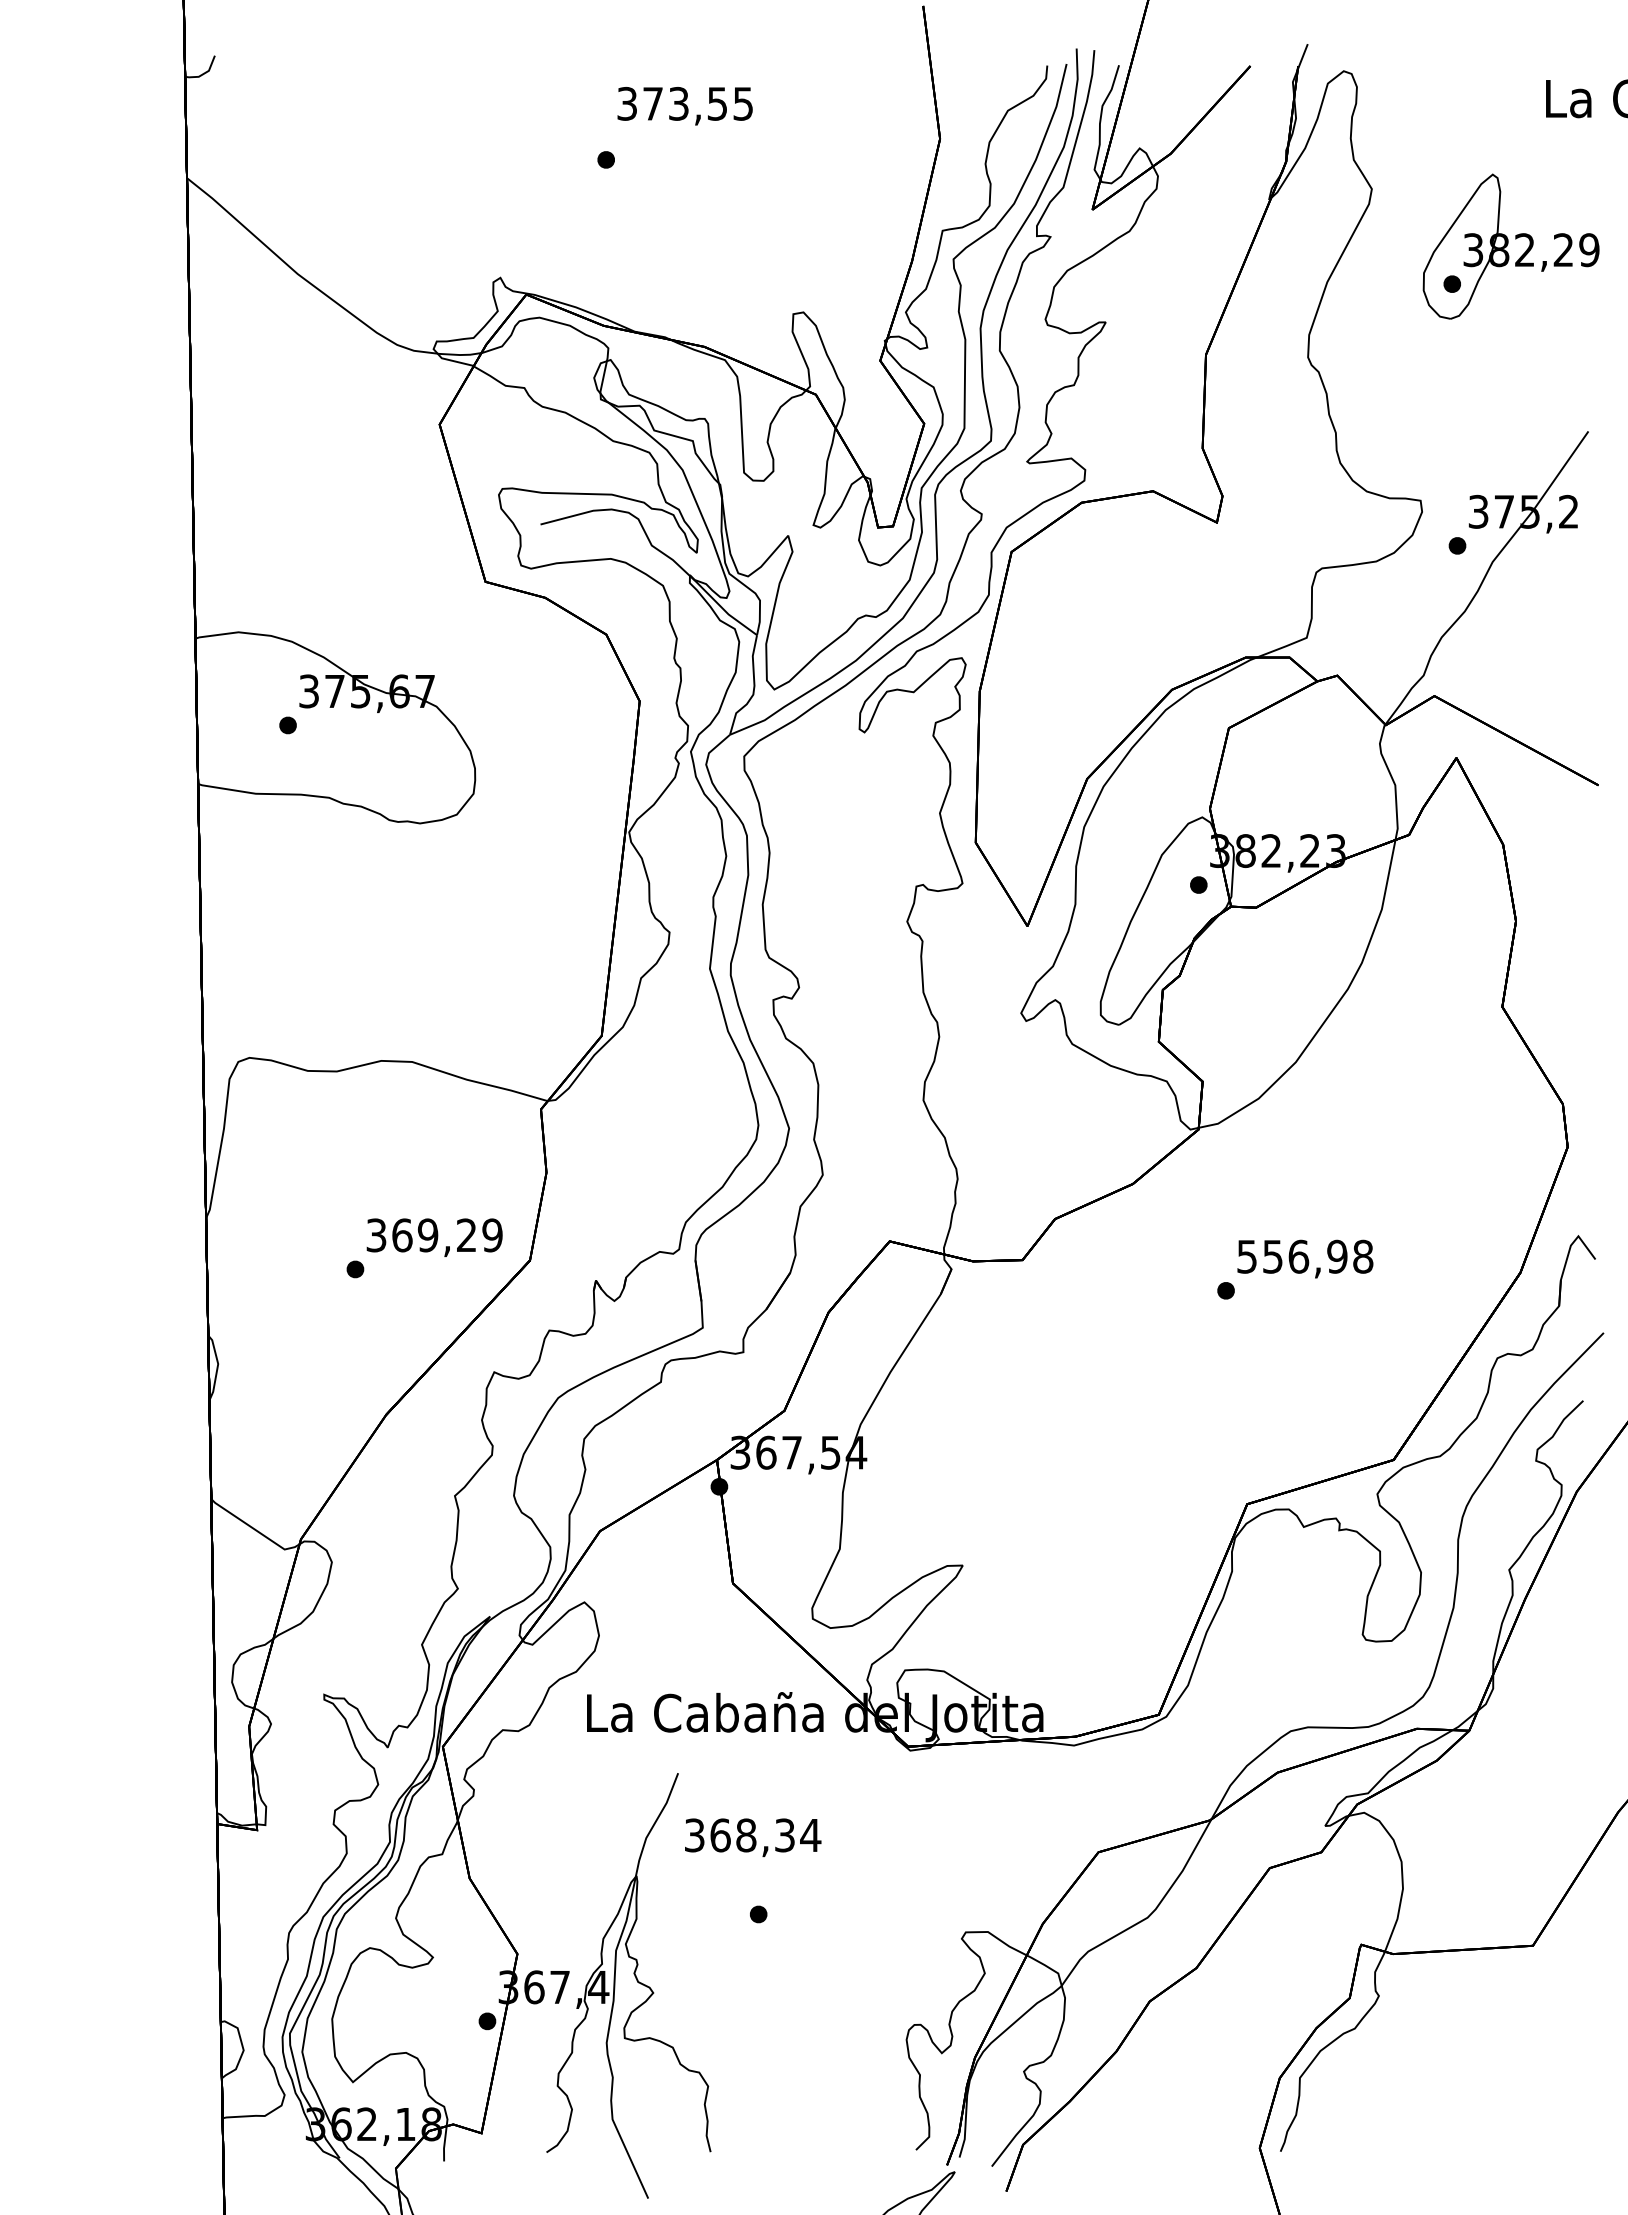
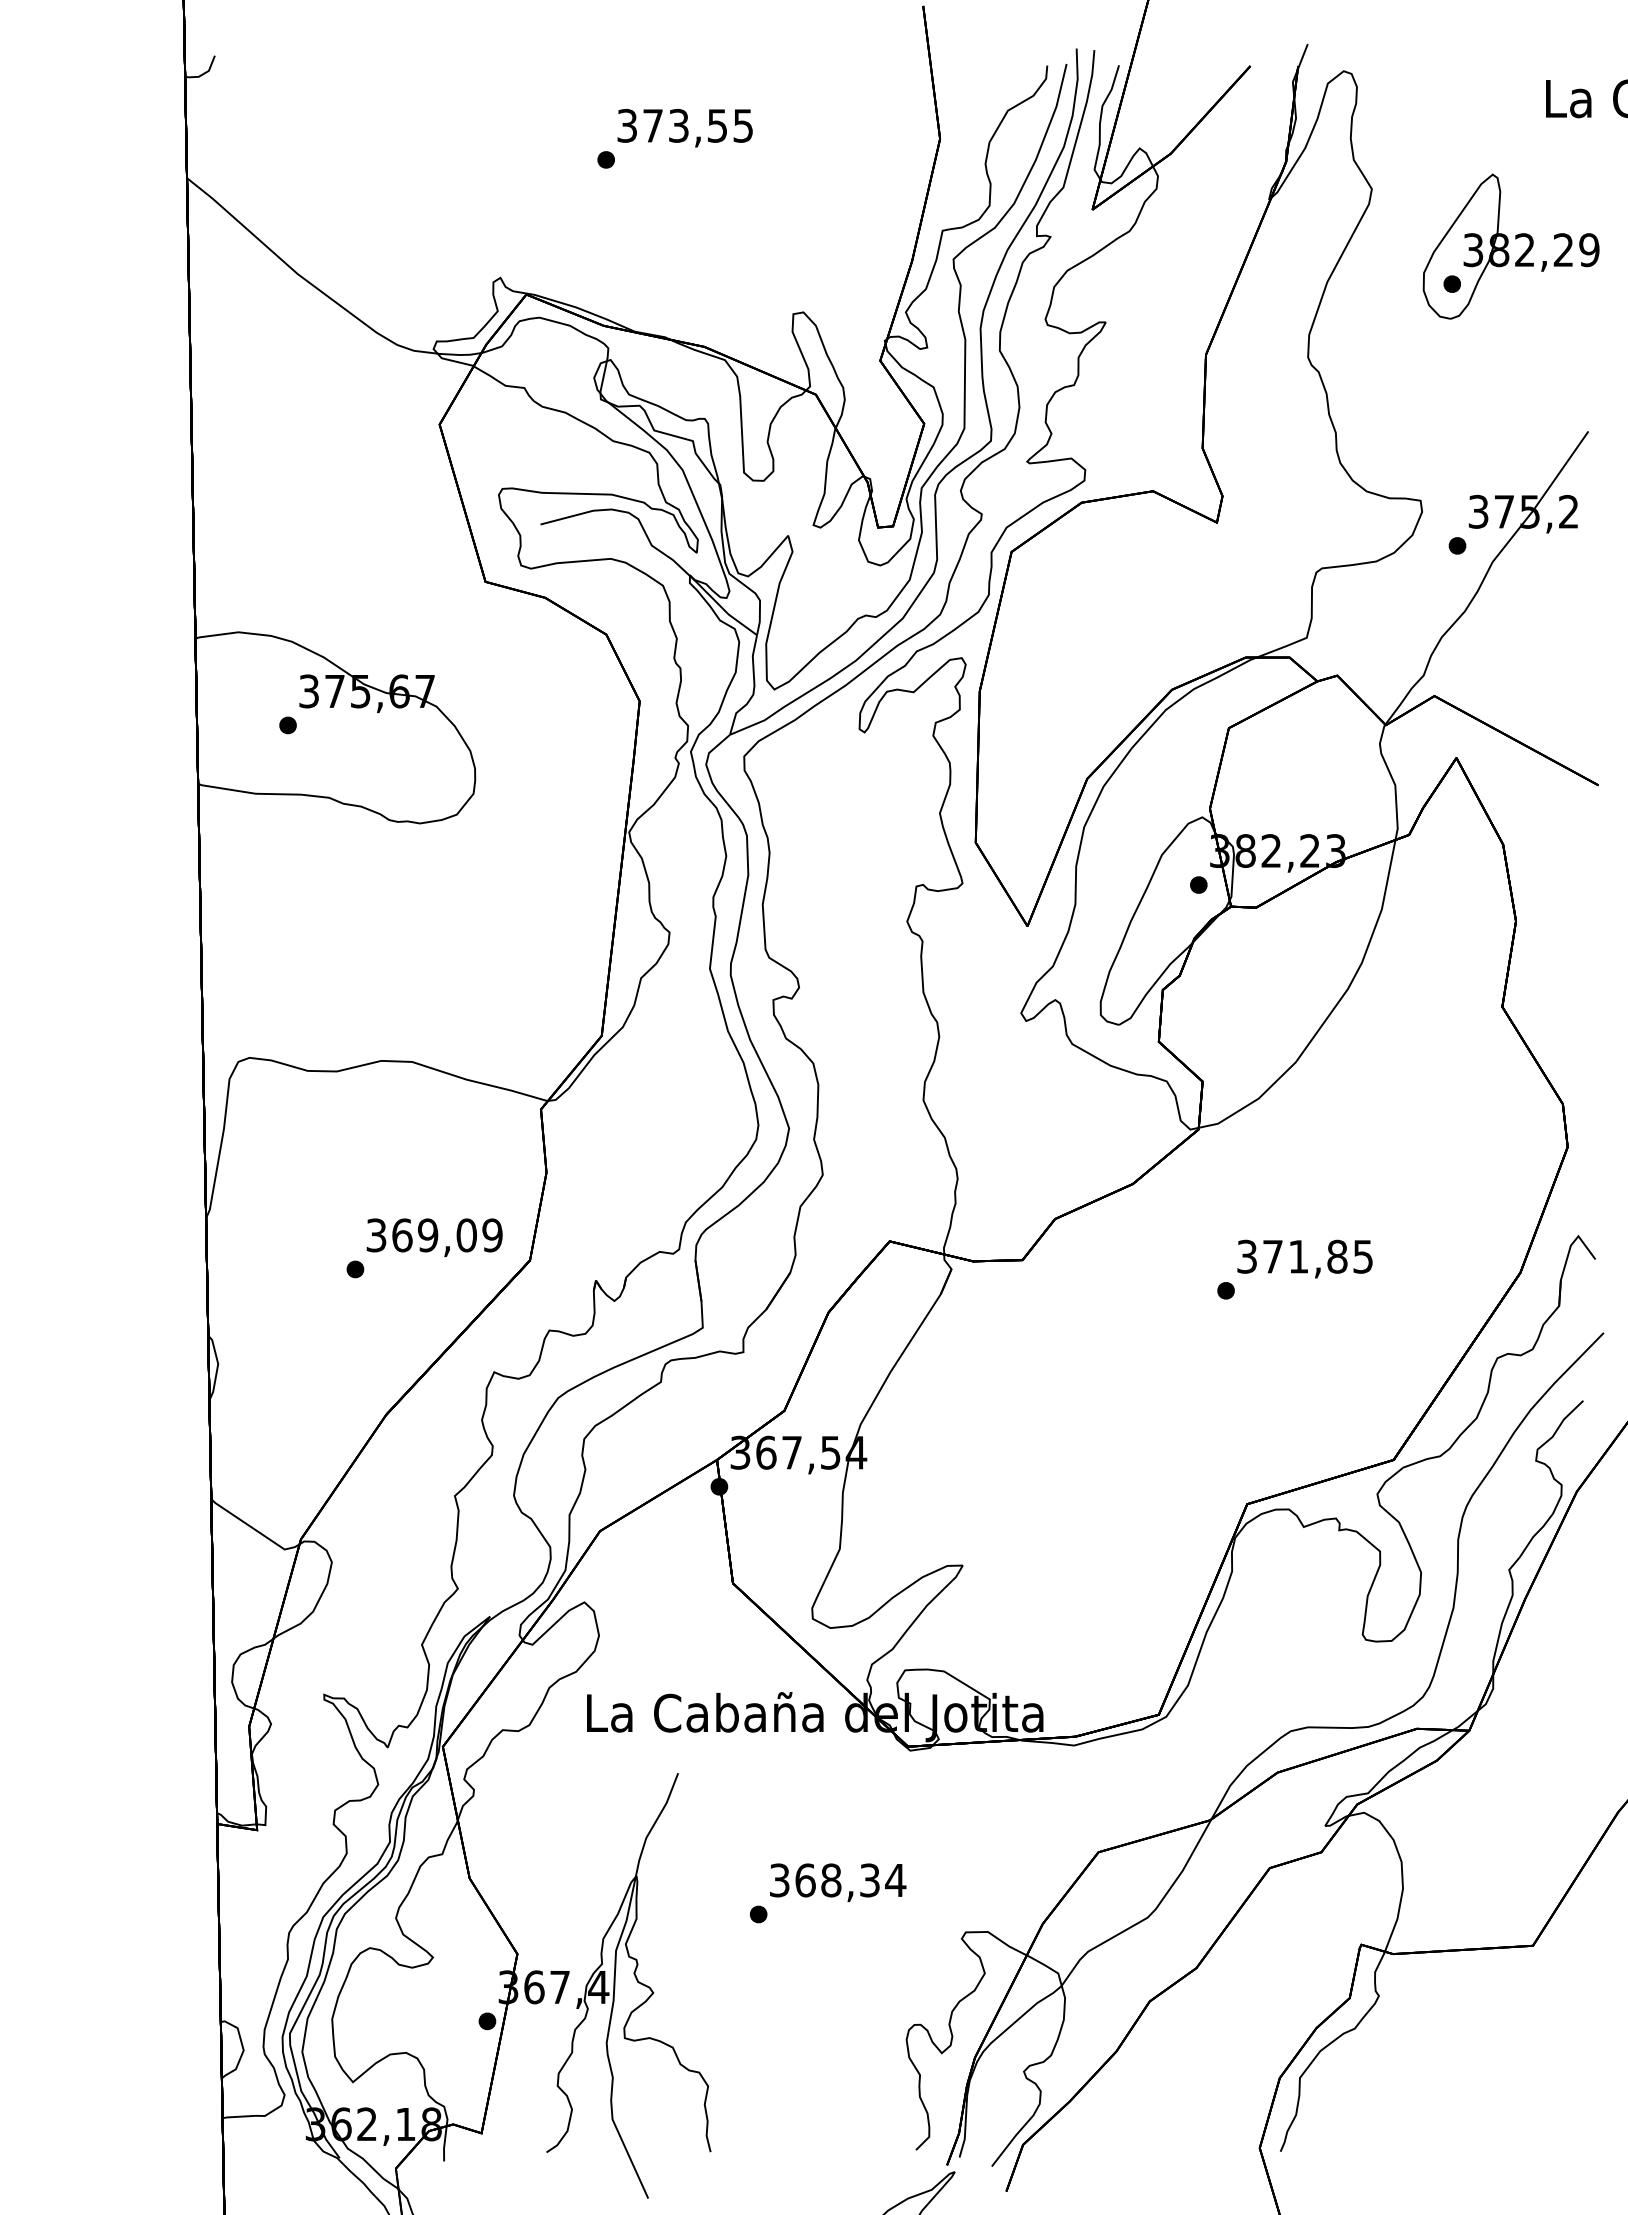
text at (684, 106) position: (684, 106) -> (684, 128)
text at (466, 1235): 369,29 -> 369,09
text at (1305, 1256): 556,98 -> 371,85
text at (753, 1837) position: (753, 1837) -> (838, 1882)
